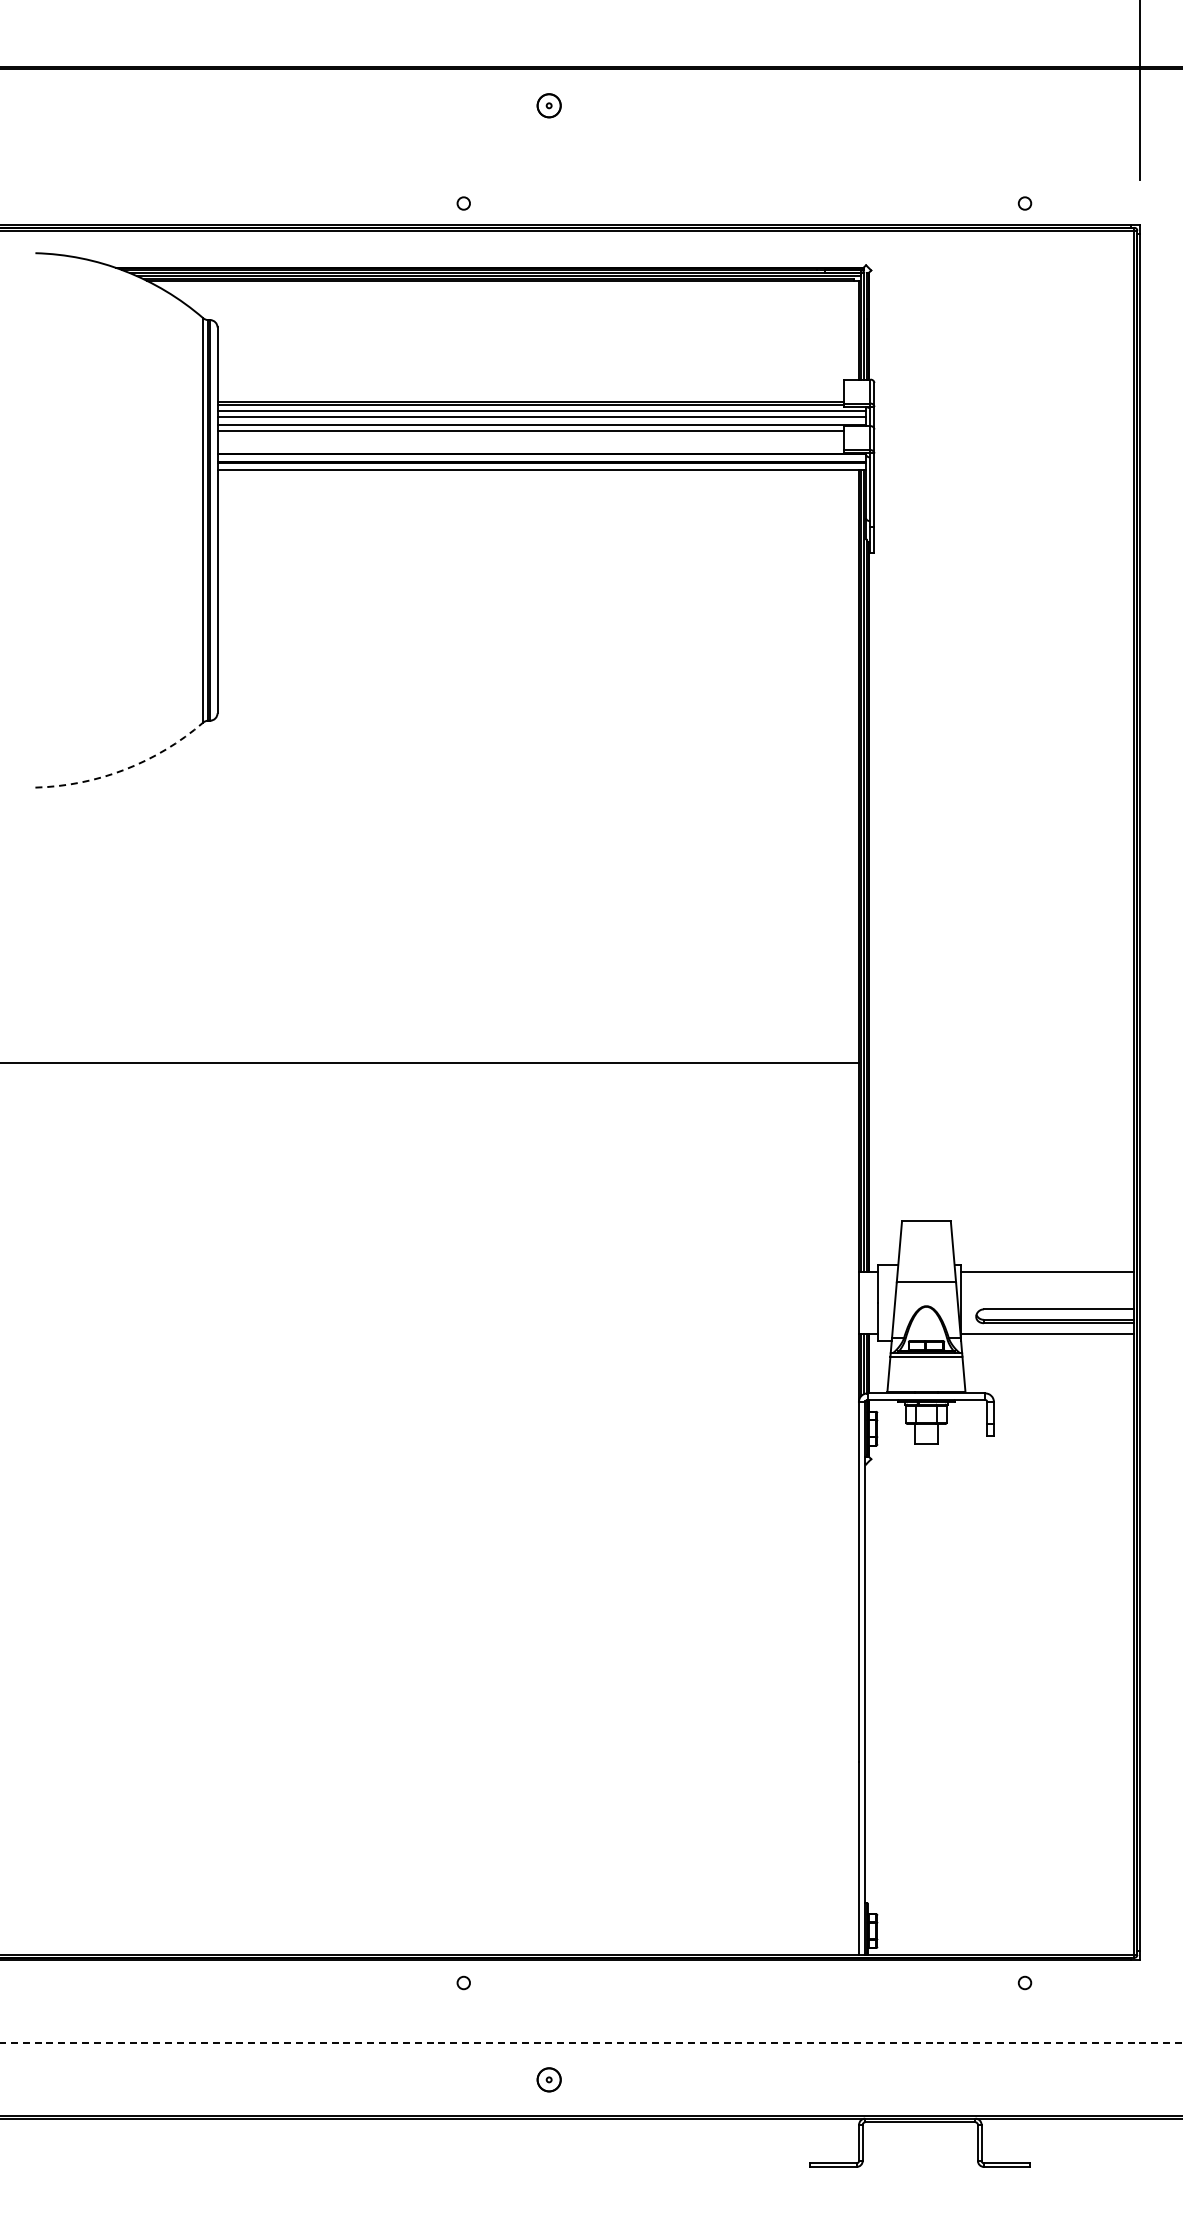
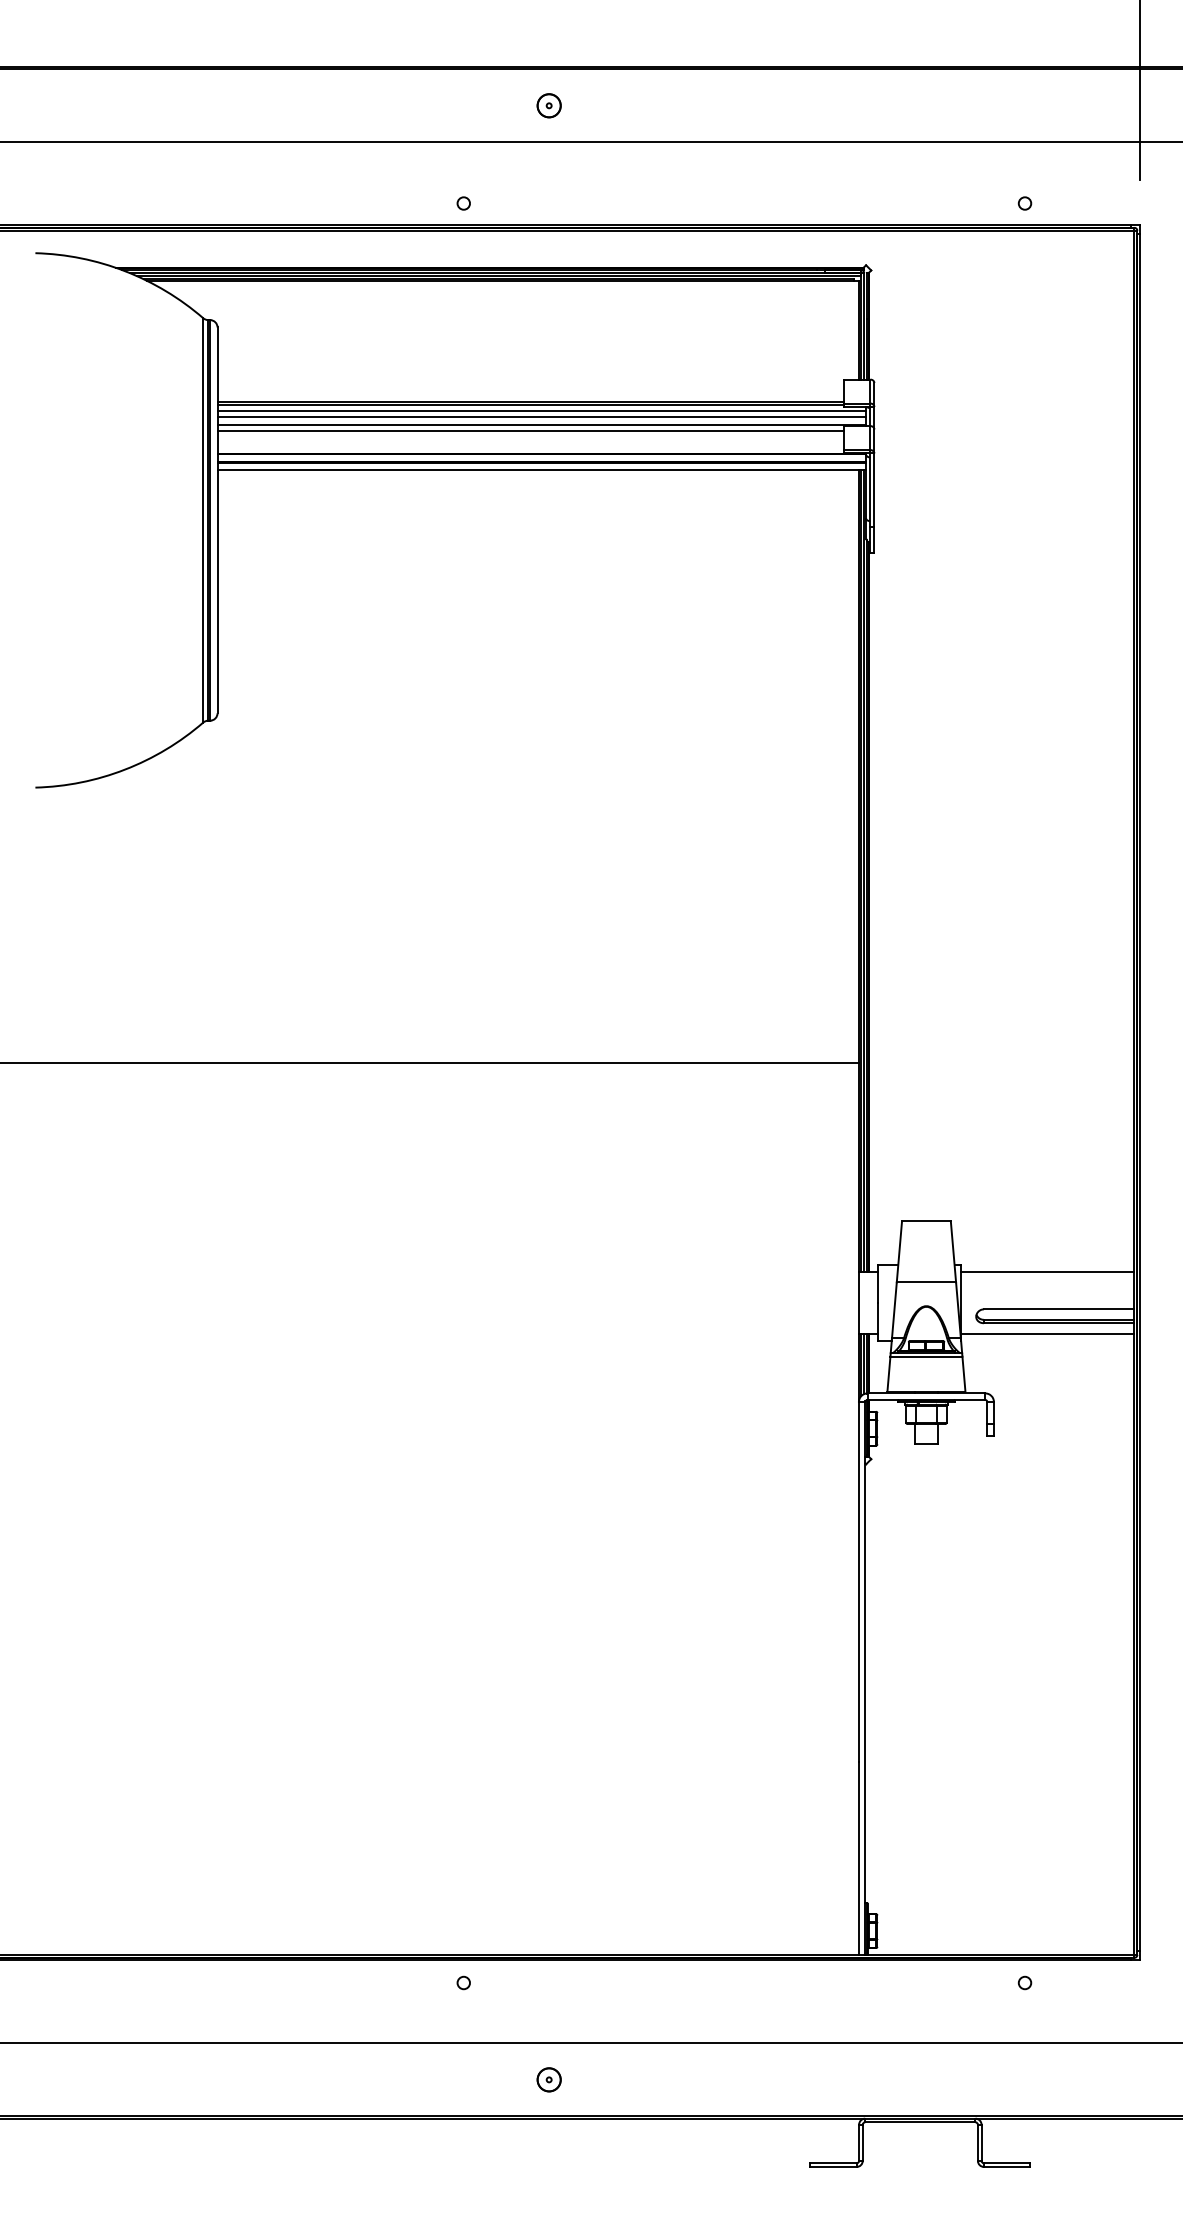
line at (590, 142): none -> present
arc at (125, 769): dashed -> solid
line at (591, 2043): dashed -> solid
